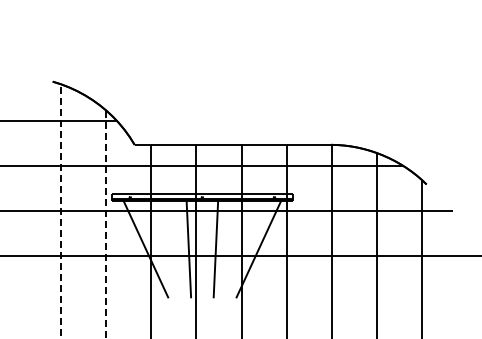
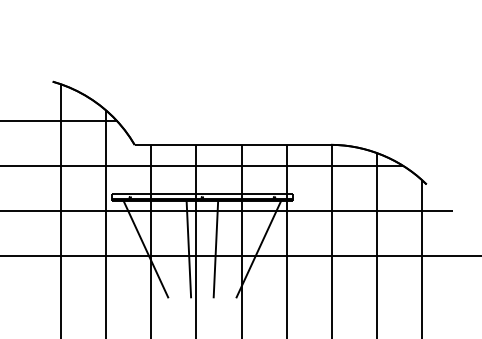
line at (61, 210): dashed -> solid
line at (106, 224): dashed -> solid
